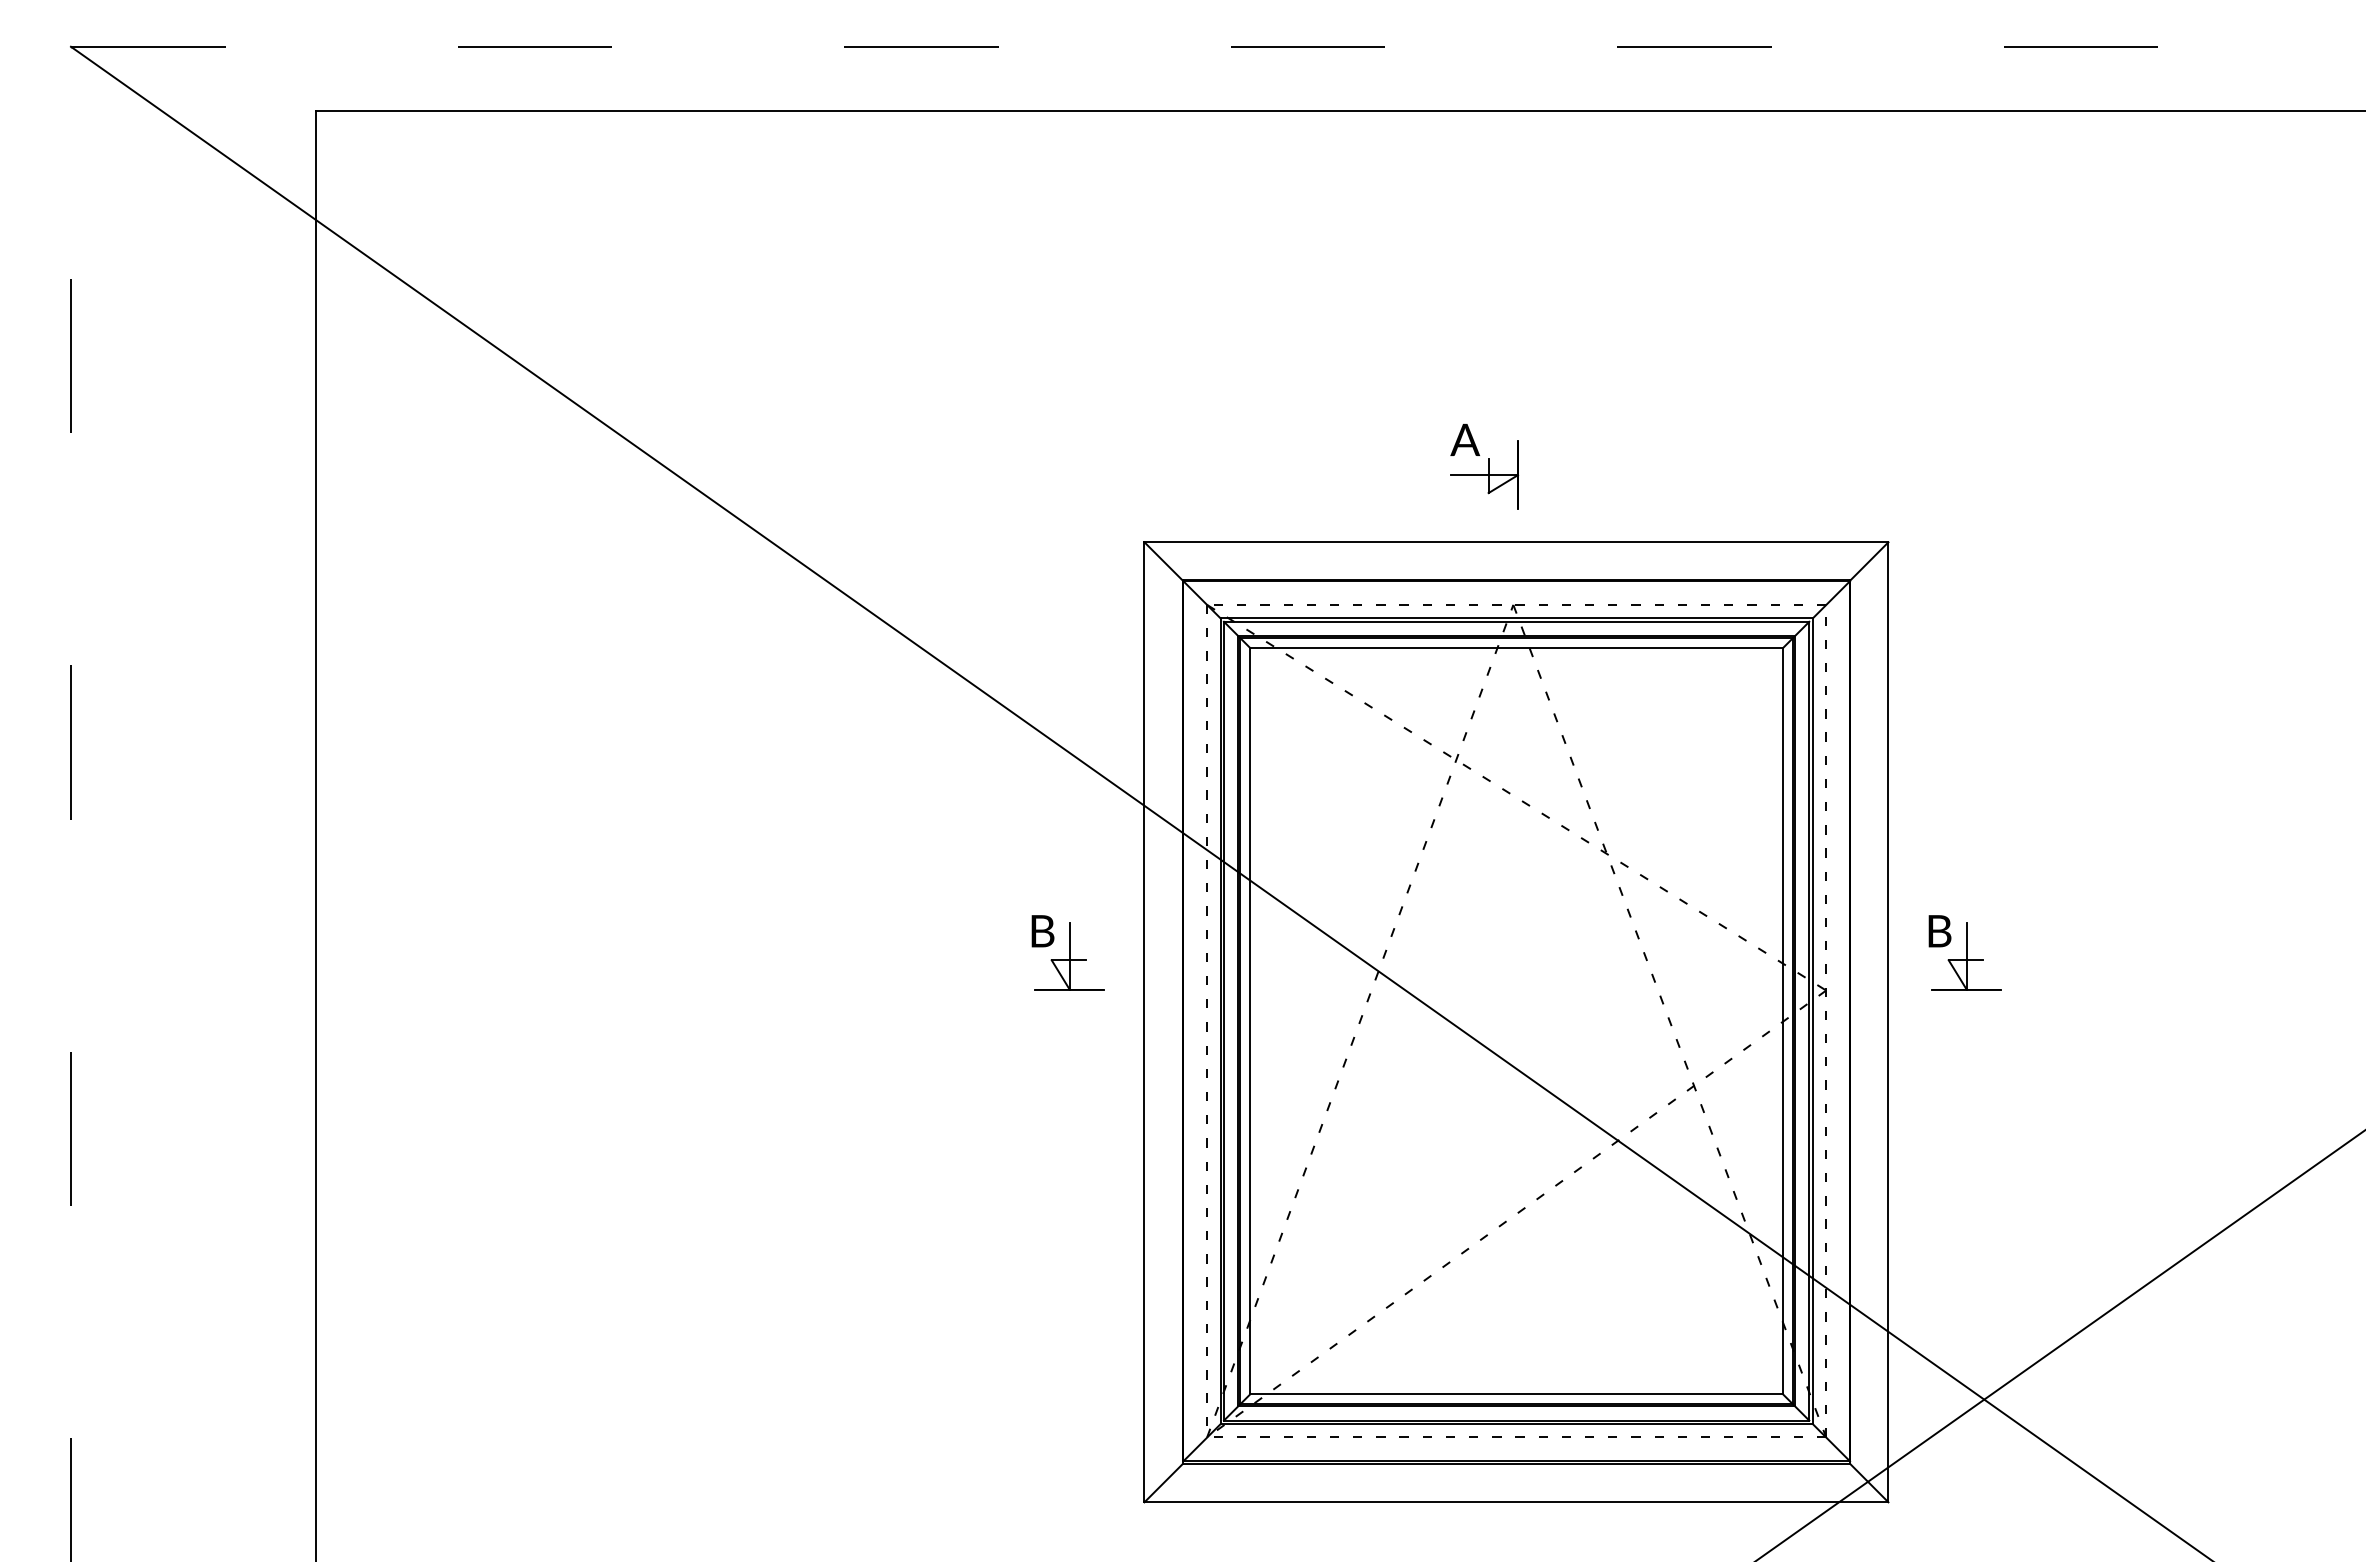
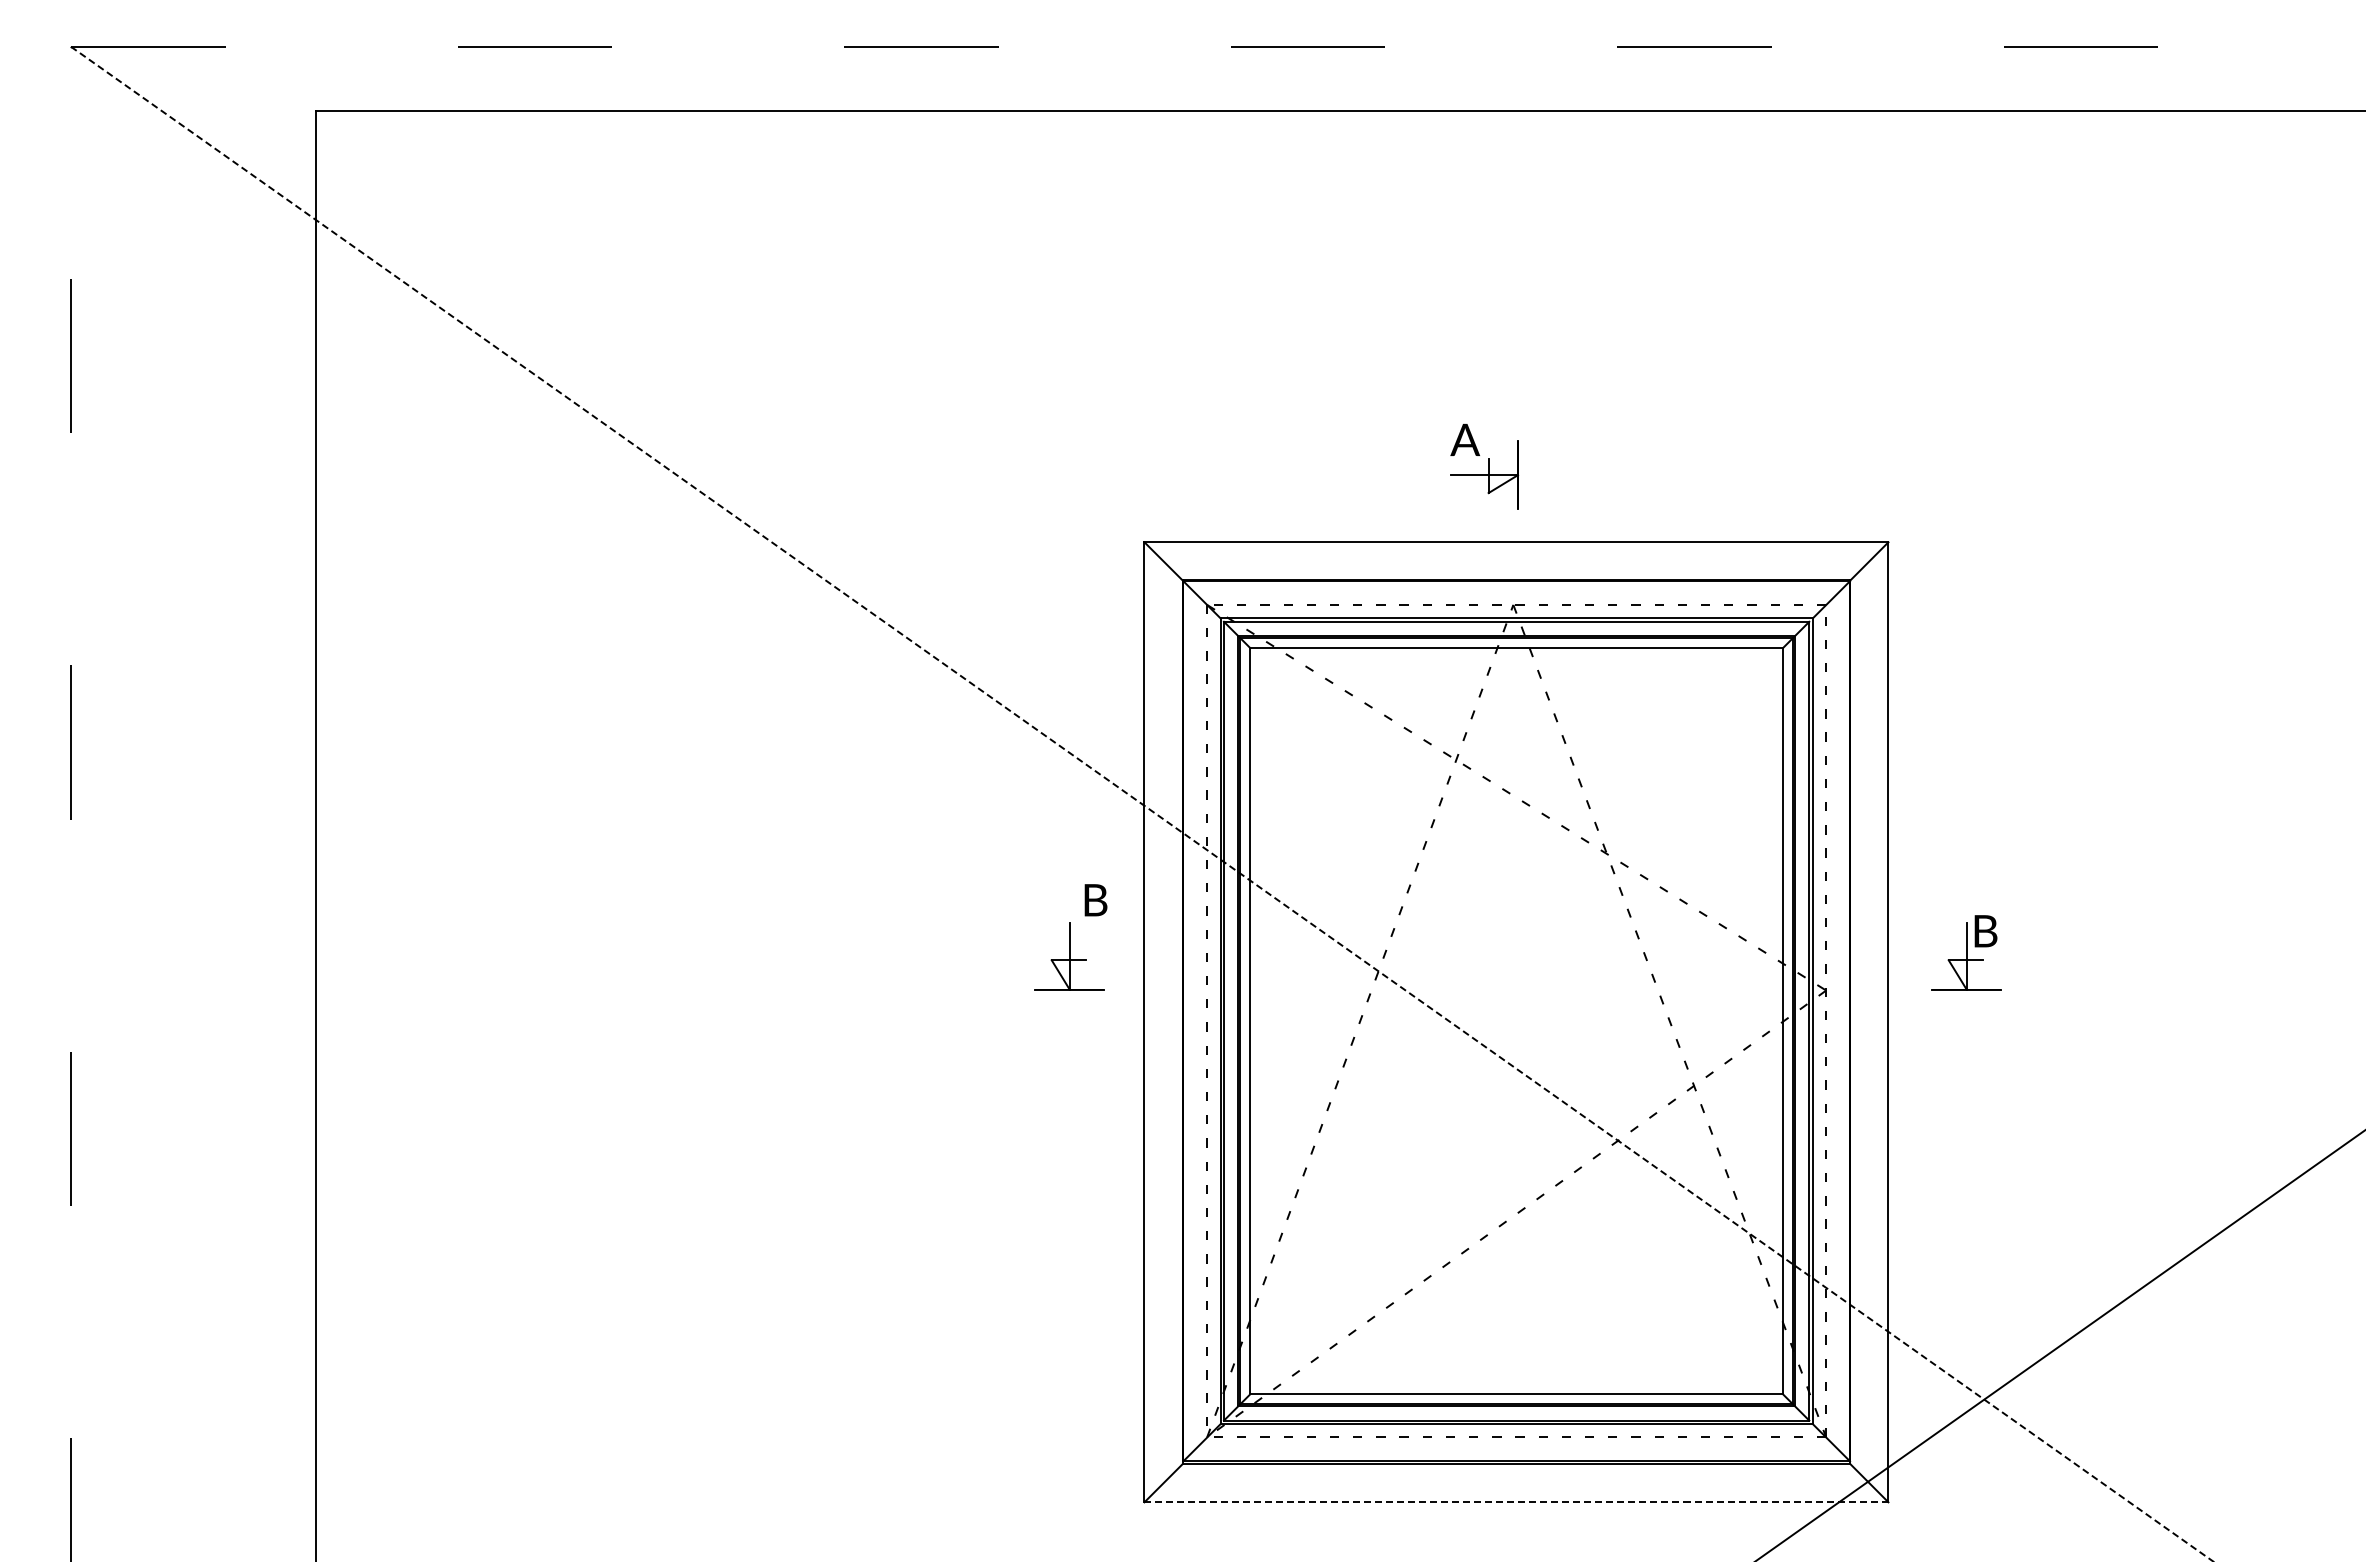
line at (1142, 804): solid -> dashed
text at (1042, 931) position: (1042, 931) -> (1095, 900)
text at (1939, 931) position: (1939, 931) -> (1985, 931)
line at (1516, 1502): solid -> dashed
